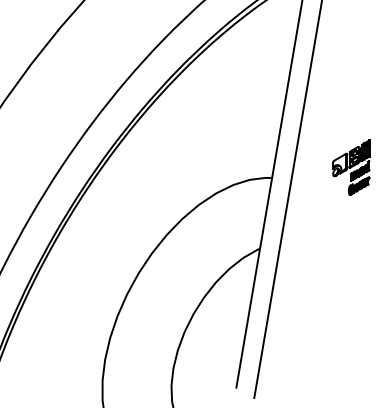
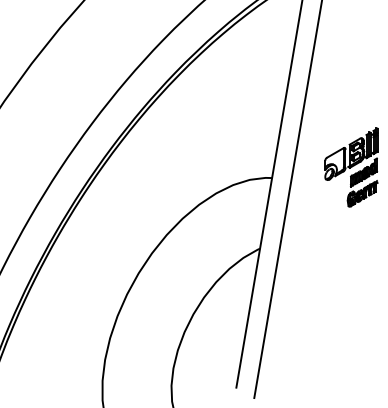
part at (351, 167) size: 39x57 px -> 55x81 px
